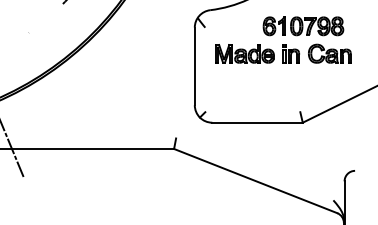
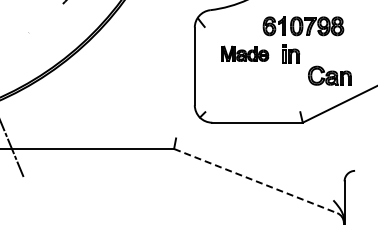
part at (244, 53) size: 60x20 px -> 49x17 px
part at (329, 53) position: (329, 53) -> (329, 75)
line at (255, 181): solid -> dashed
